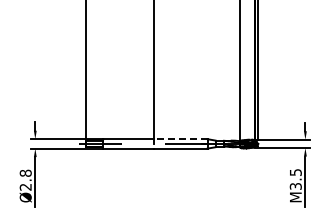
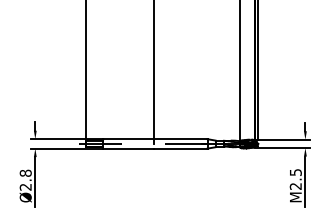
line at (180, 139): dashed -> solid
text at (295, 186): M3.5 -> M2.5
